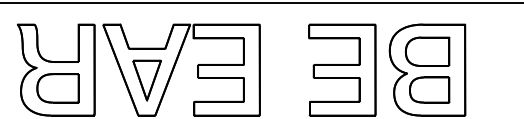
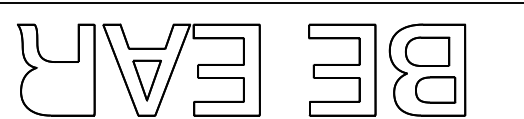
part at (57, 88): present -> none
part at (429, 89) position: (429, 89) -> (435, 89)
